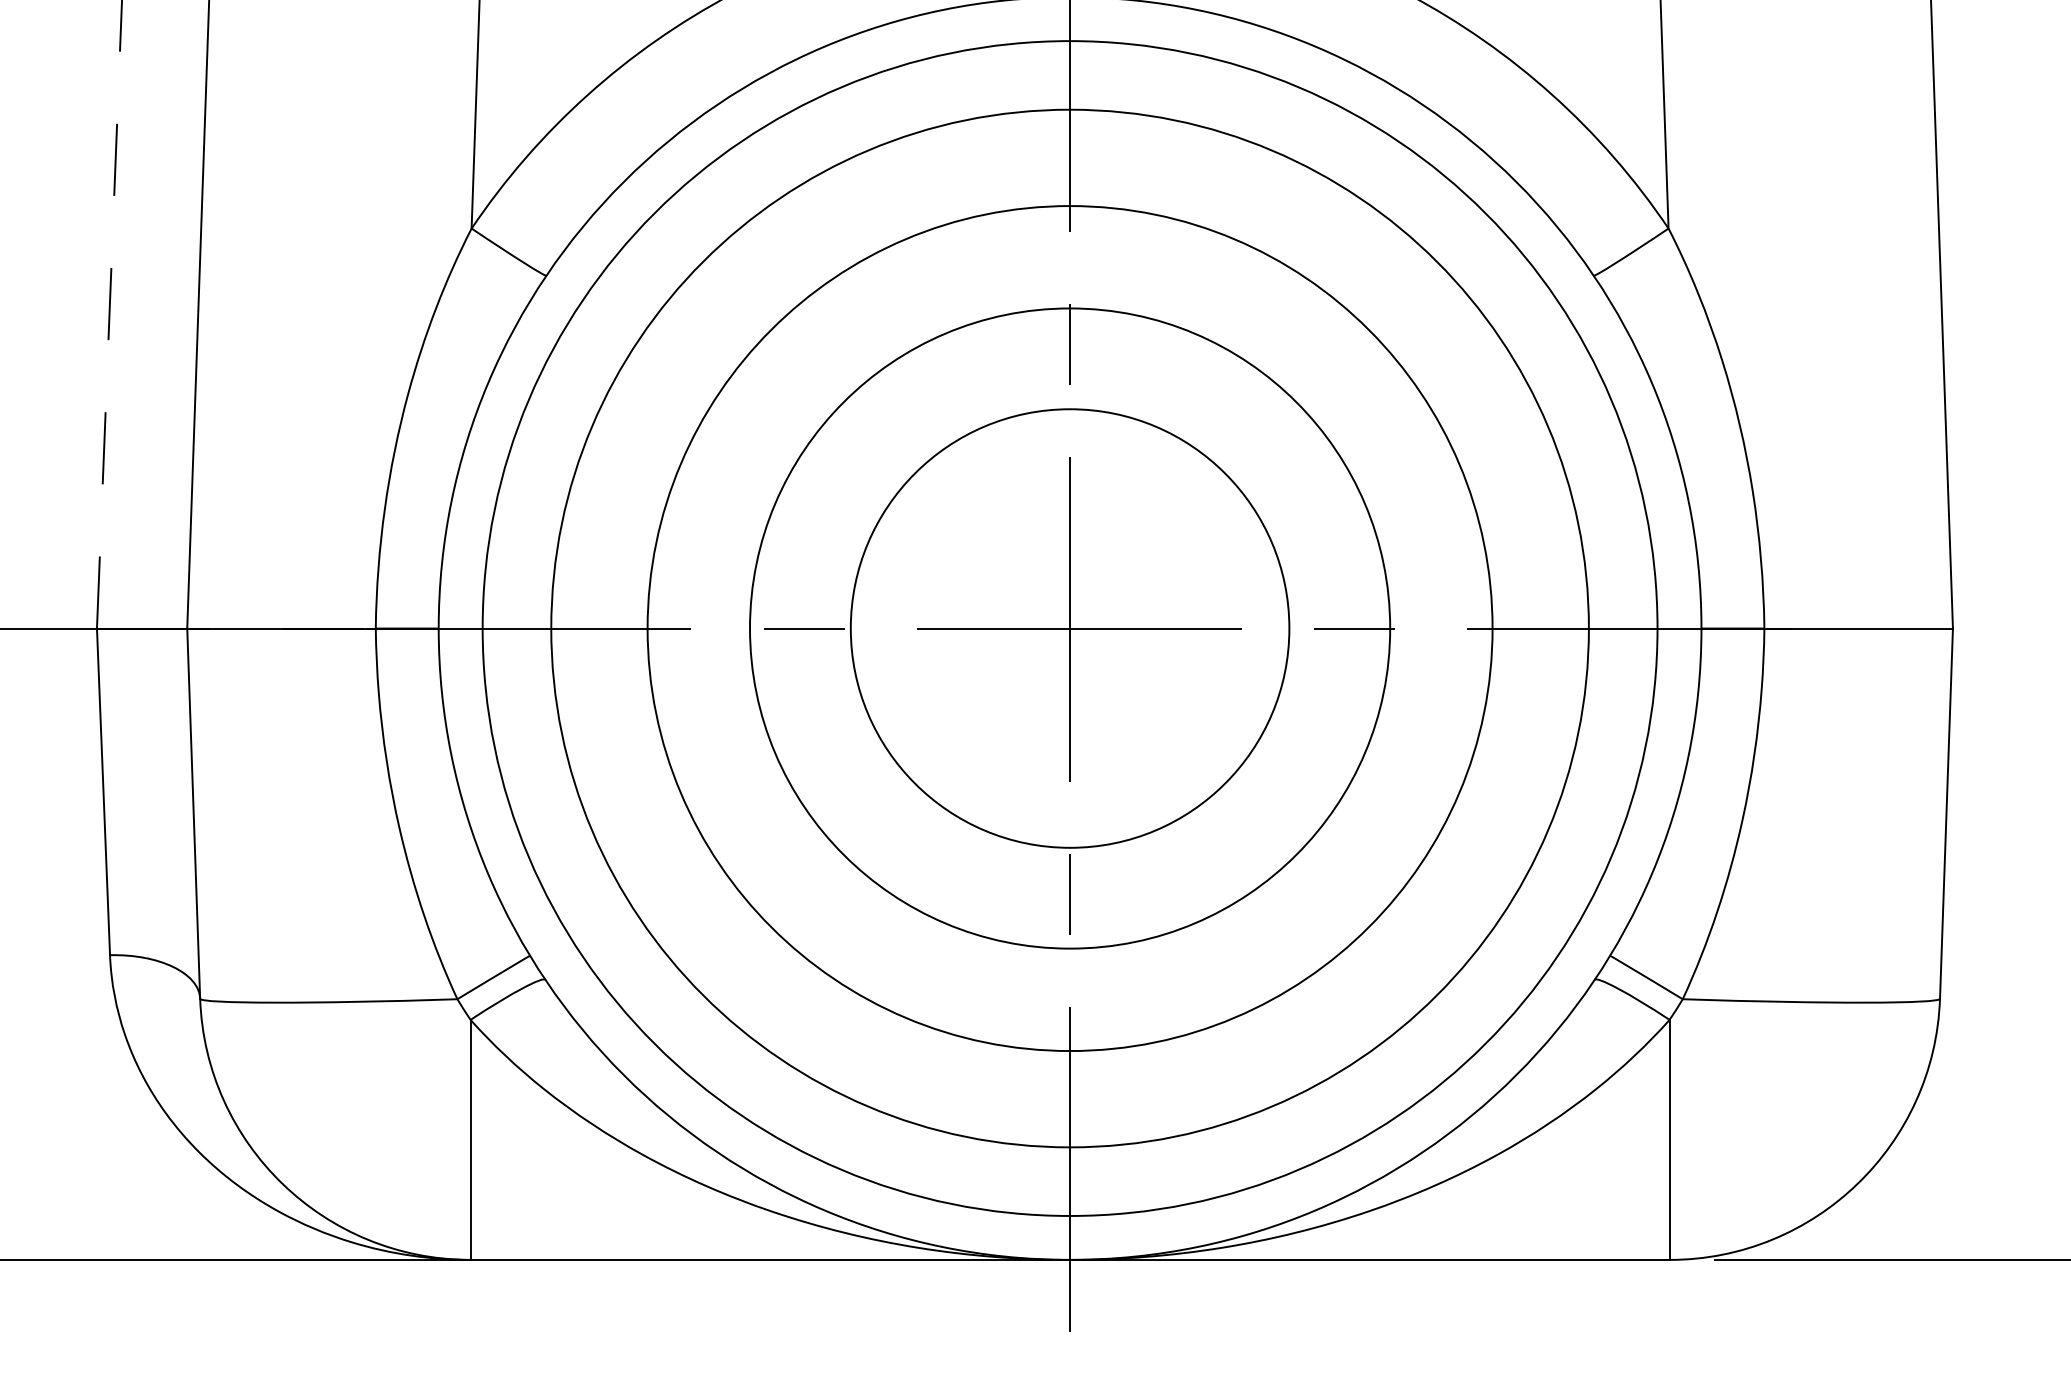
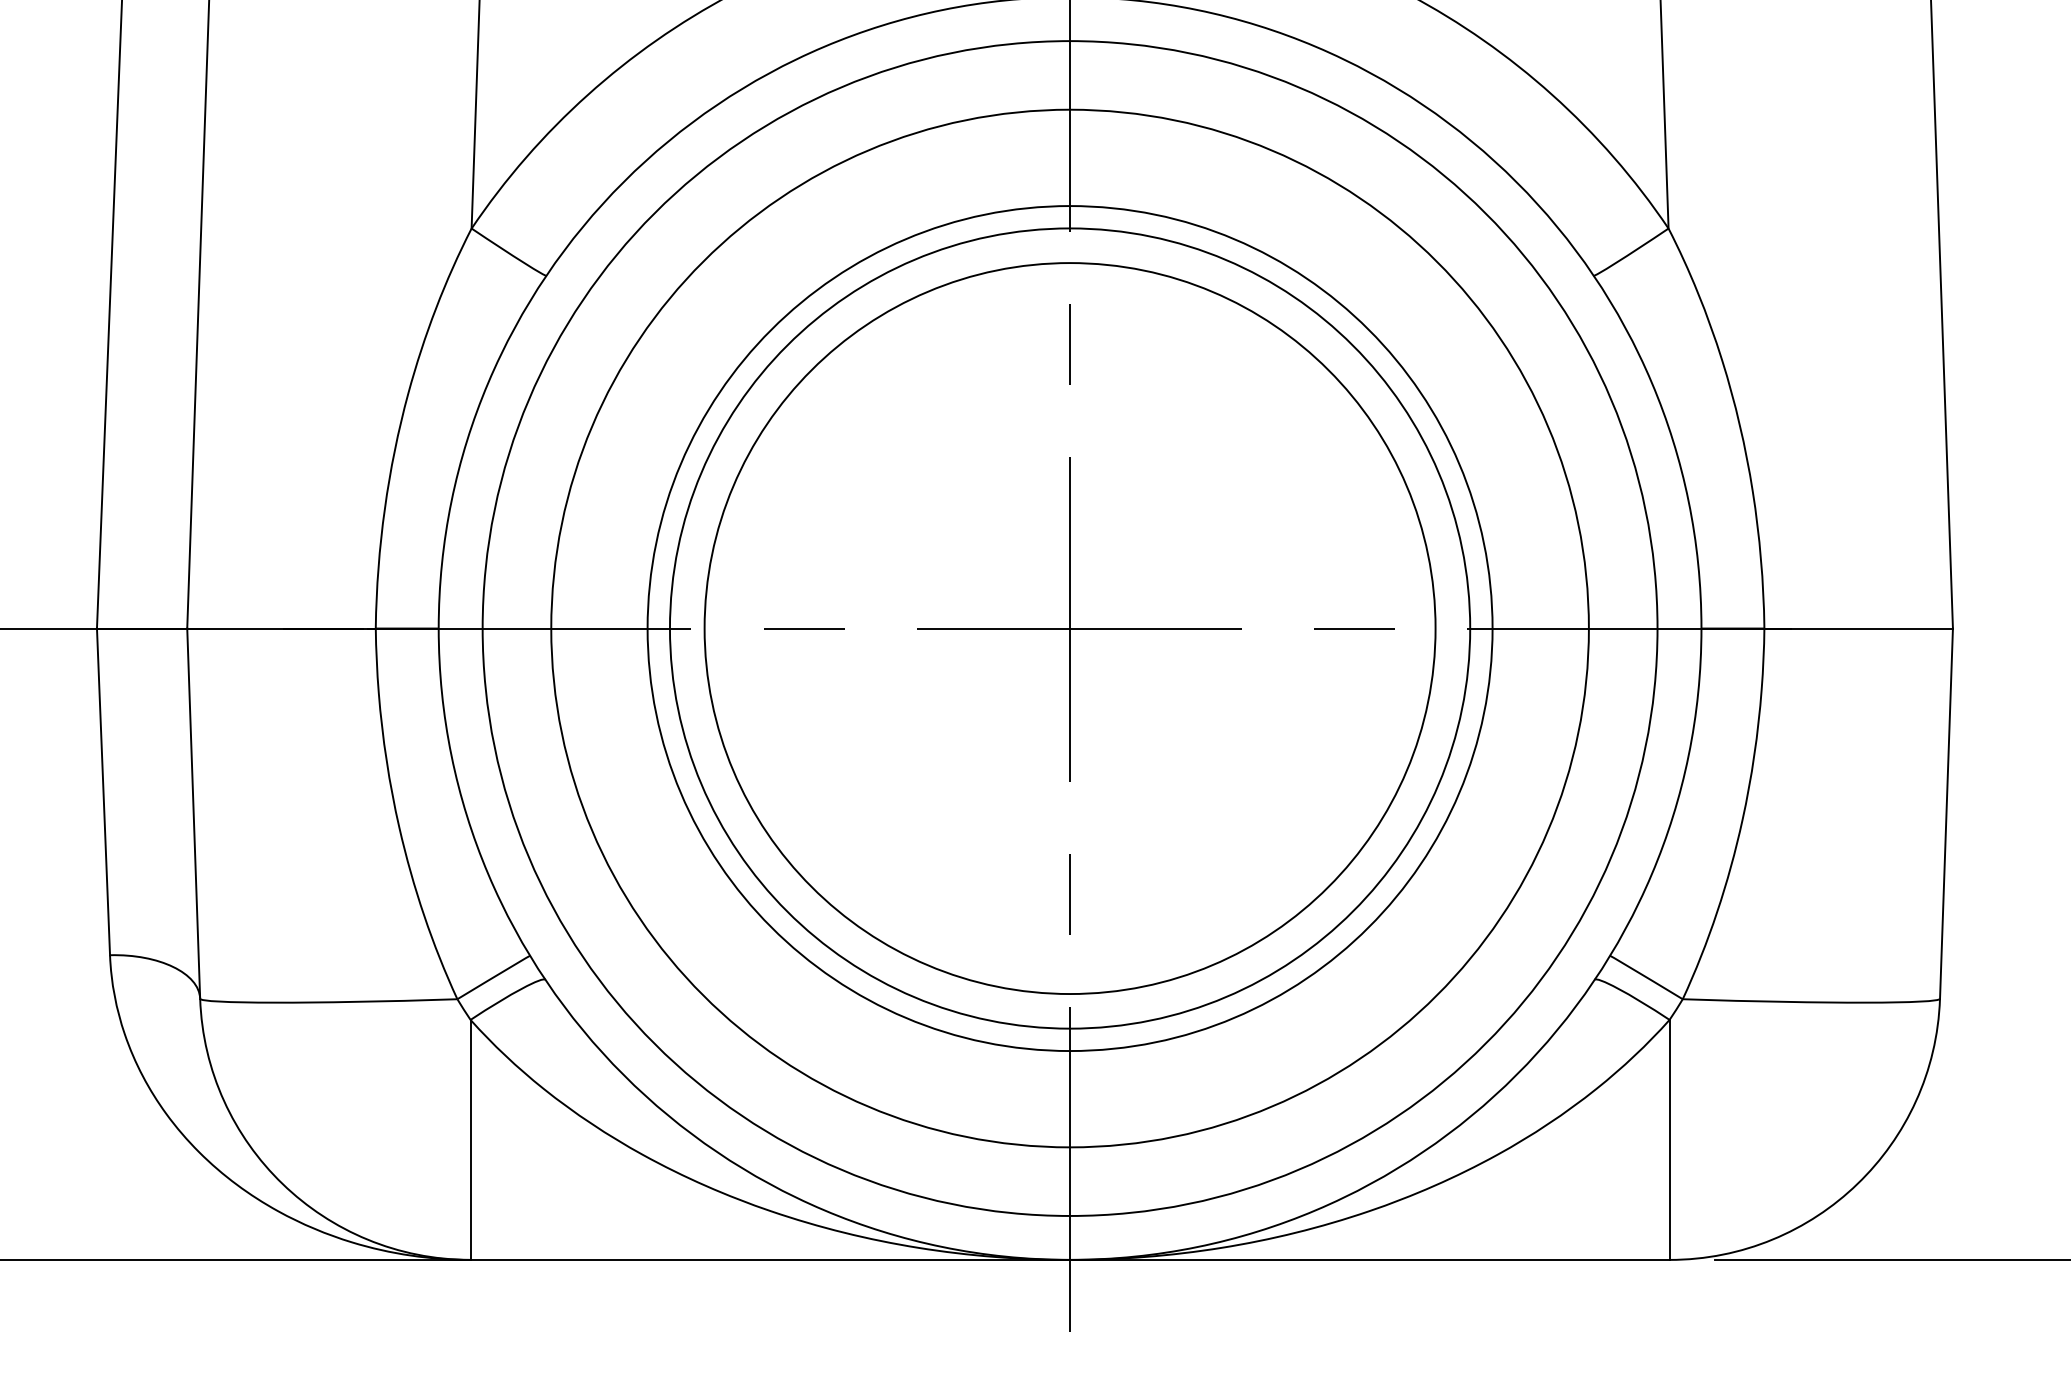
line at (109, 313): dashed -> solid
circle at (1069, 628) diameter: 439 px -> 731 px
circle at (1070, 628) diameter: 640 px -> 800 px
